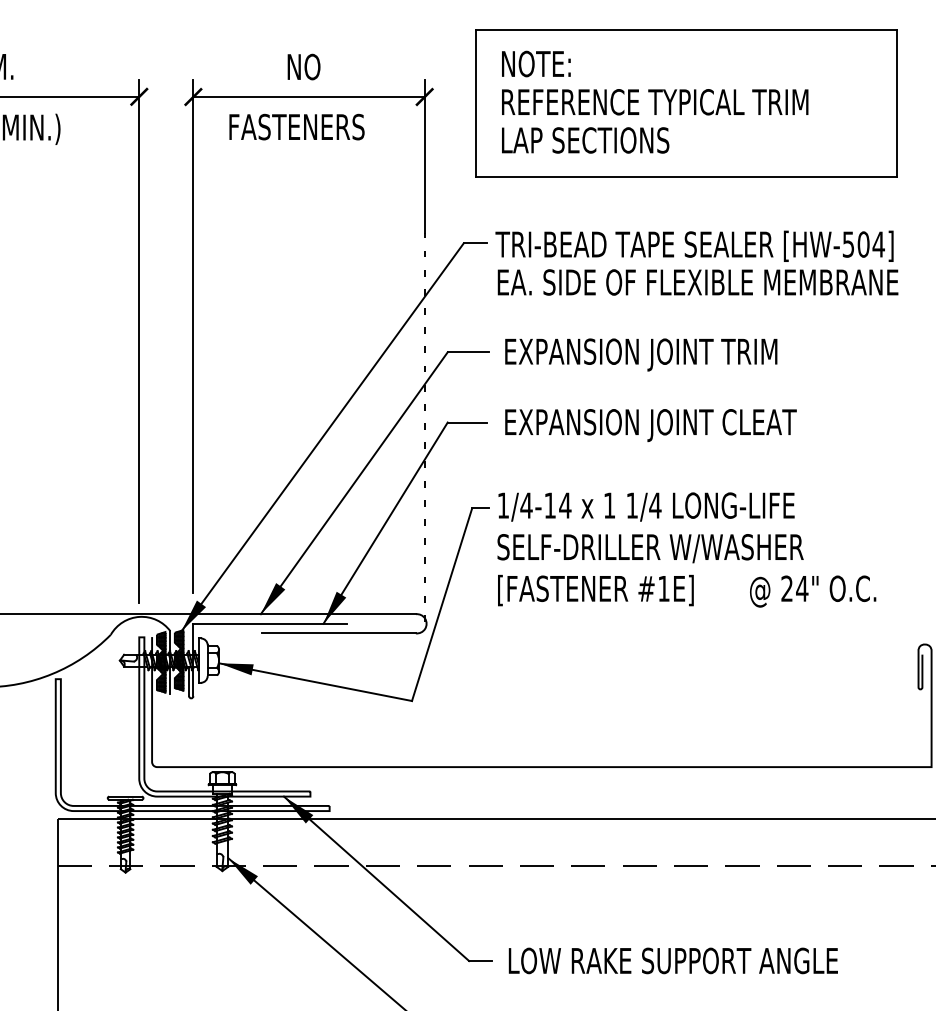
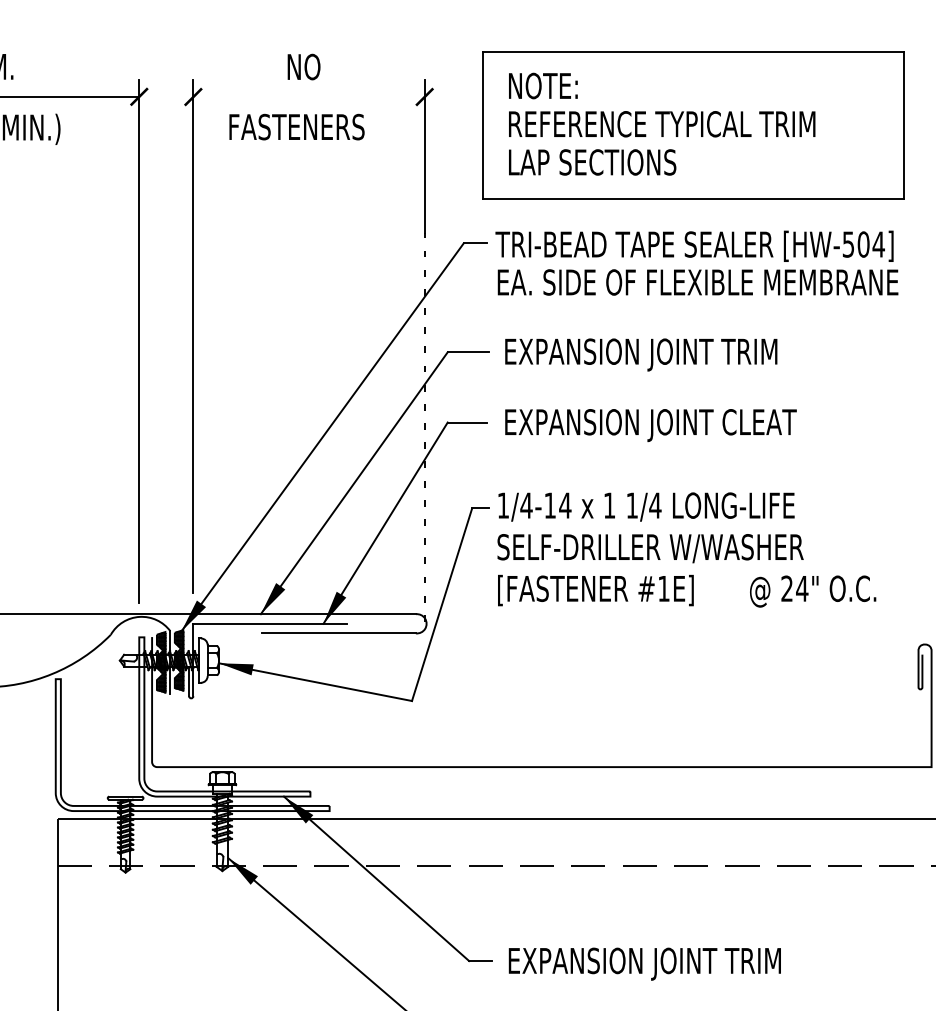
line at (308, 97): present -> none
part at (686, 103) position: (686, 103) -> (693, 125)
text at (674, 963): LOW RAKE SUPPORT ANGLE -> EXPANSION JOINT TRIM
